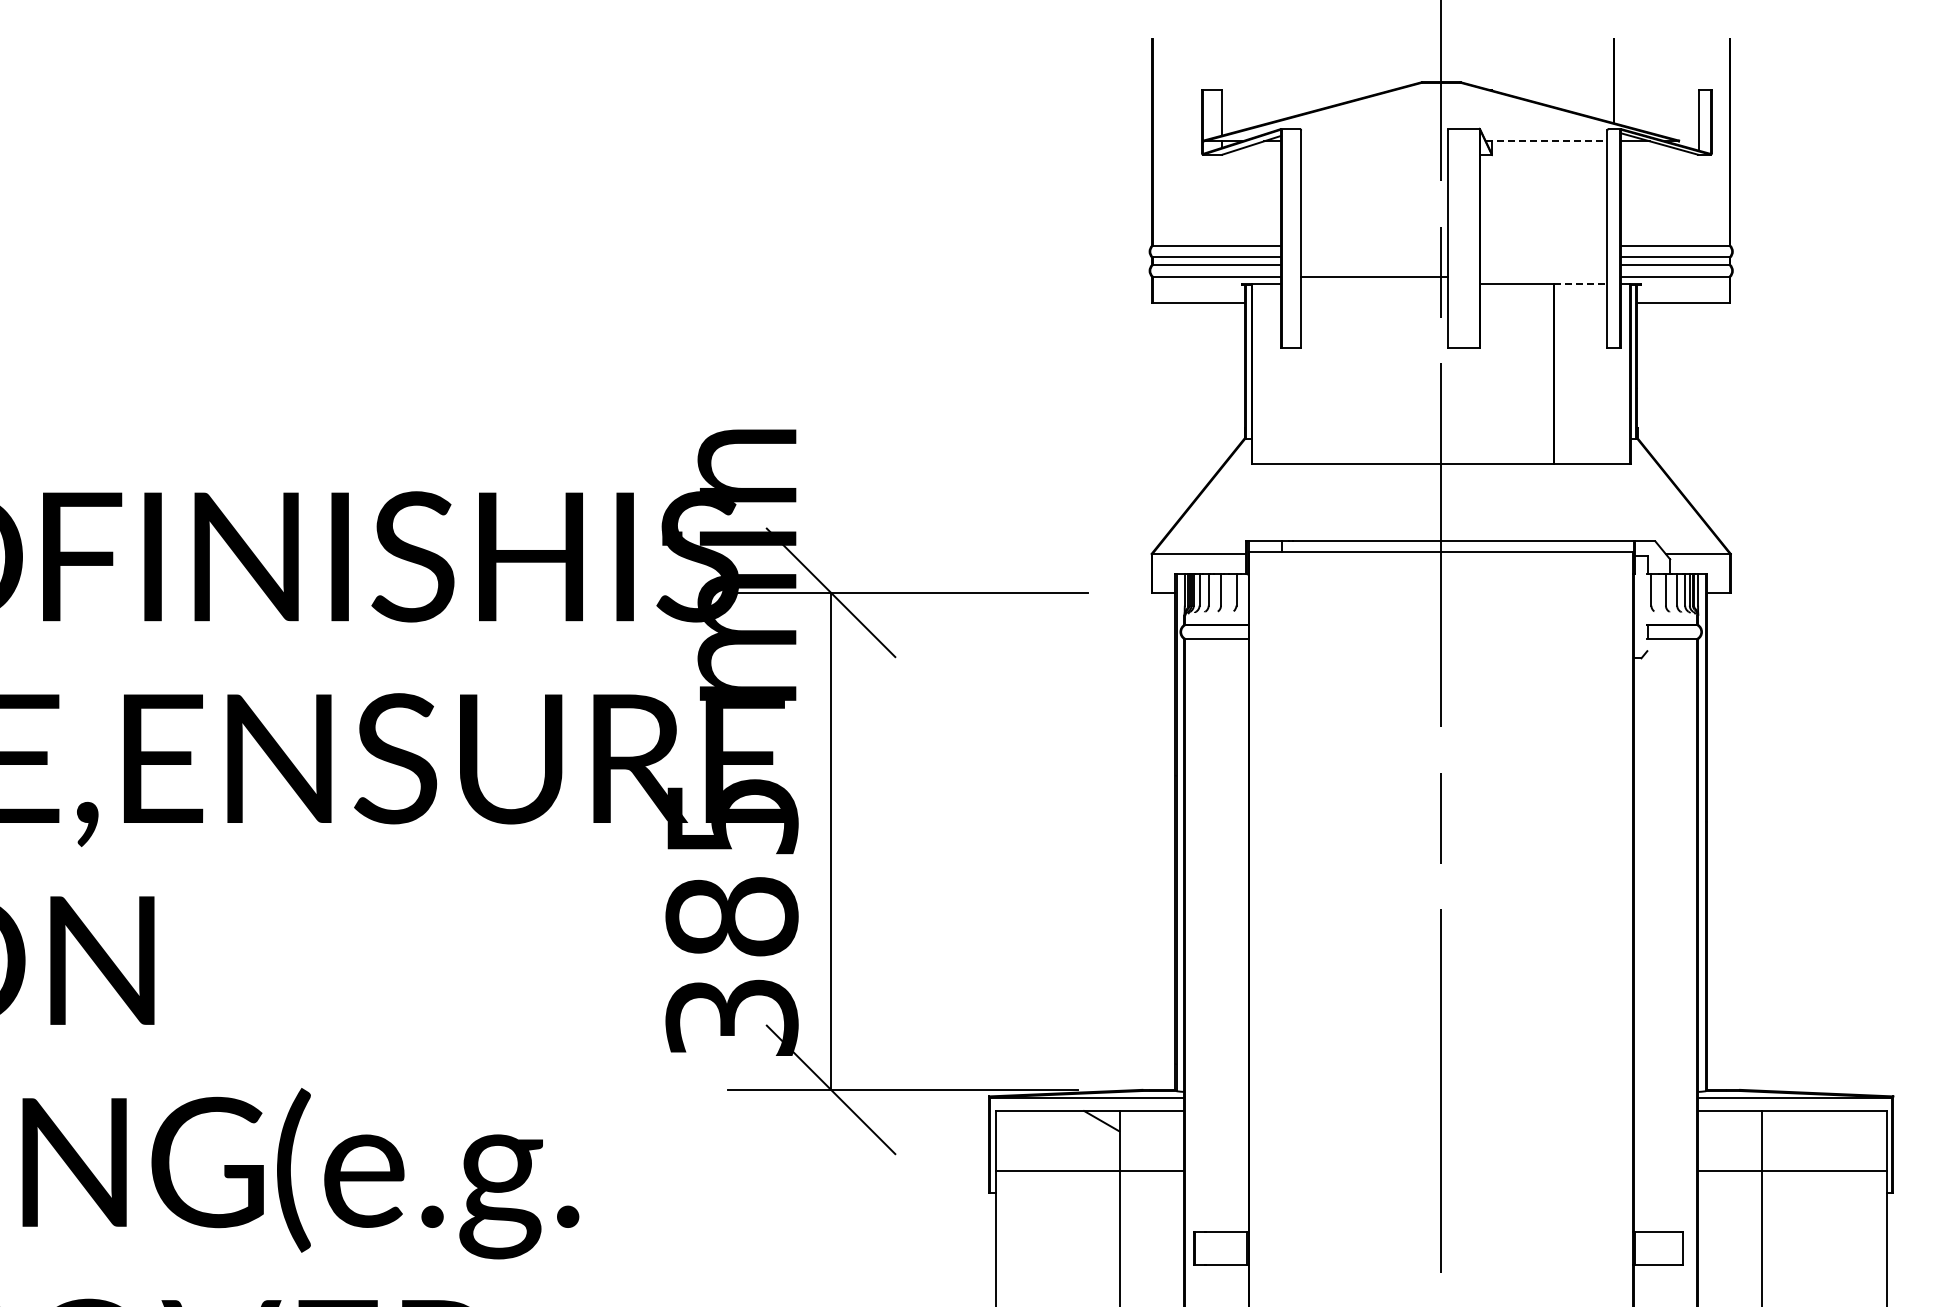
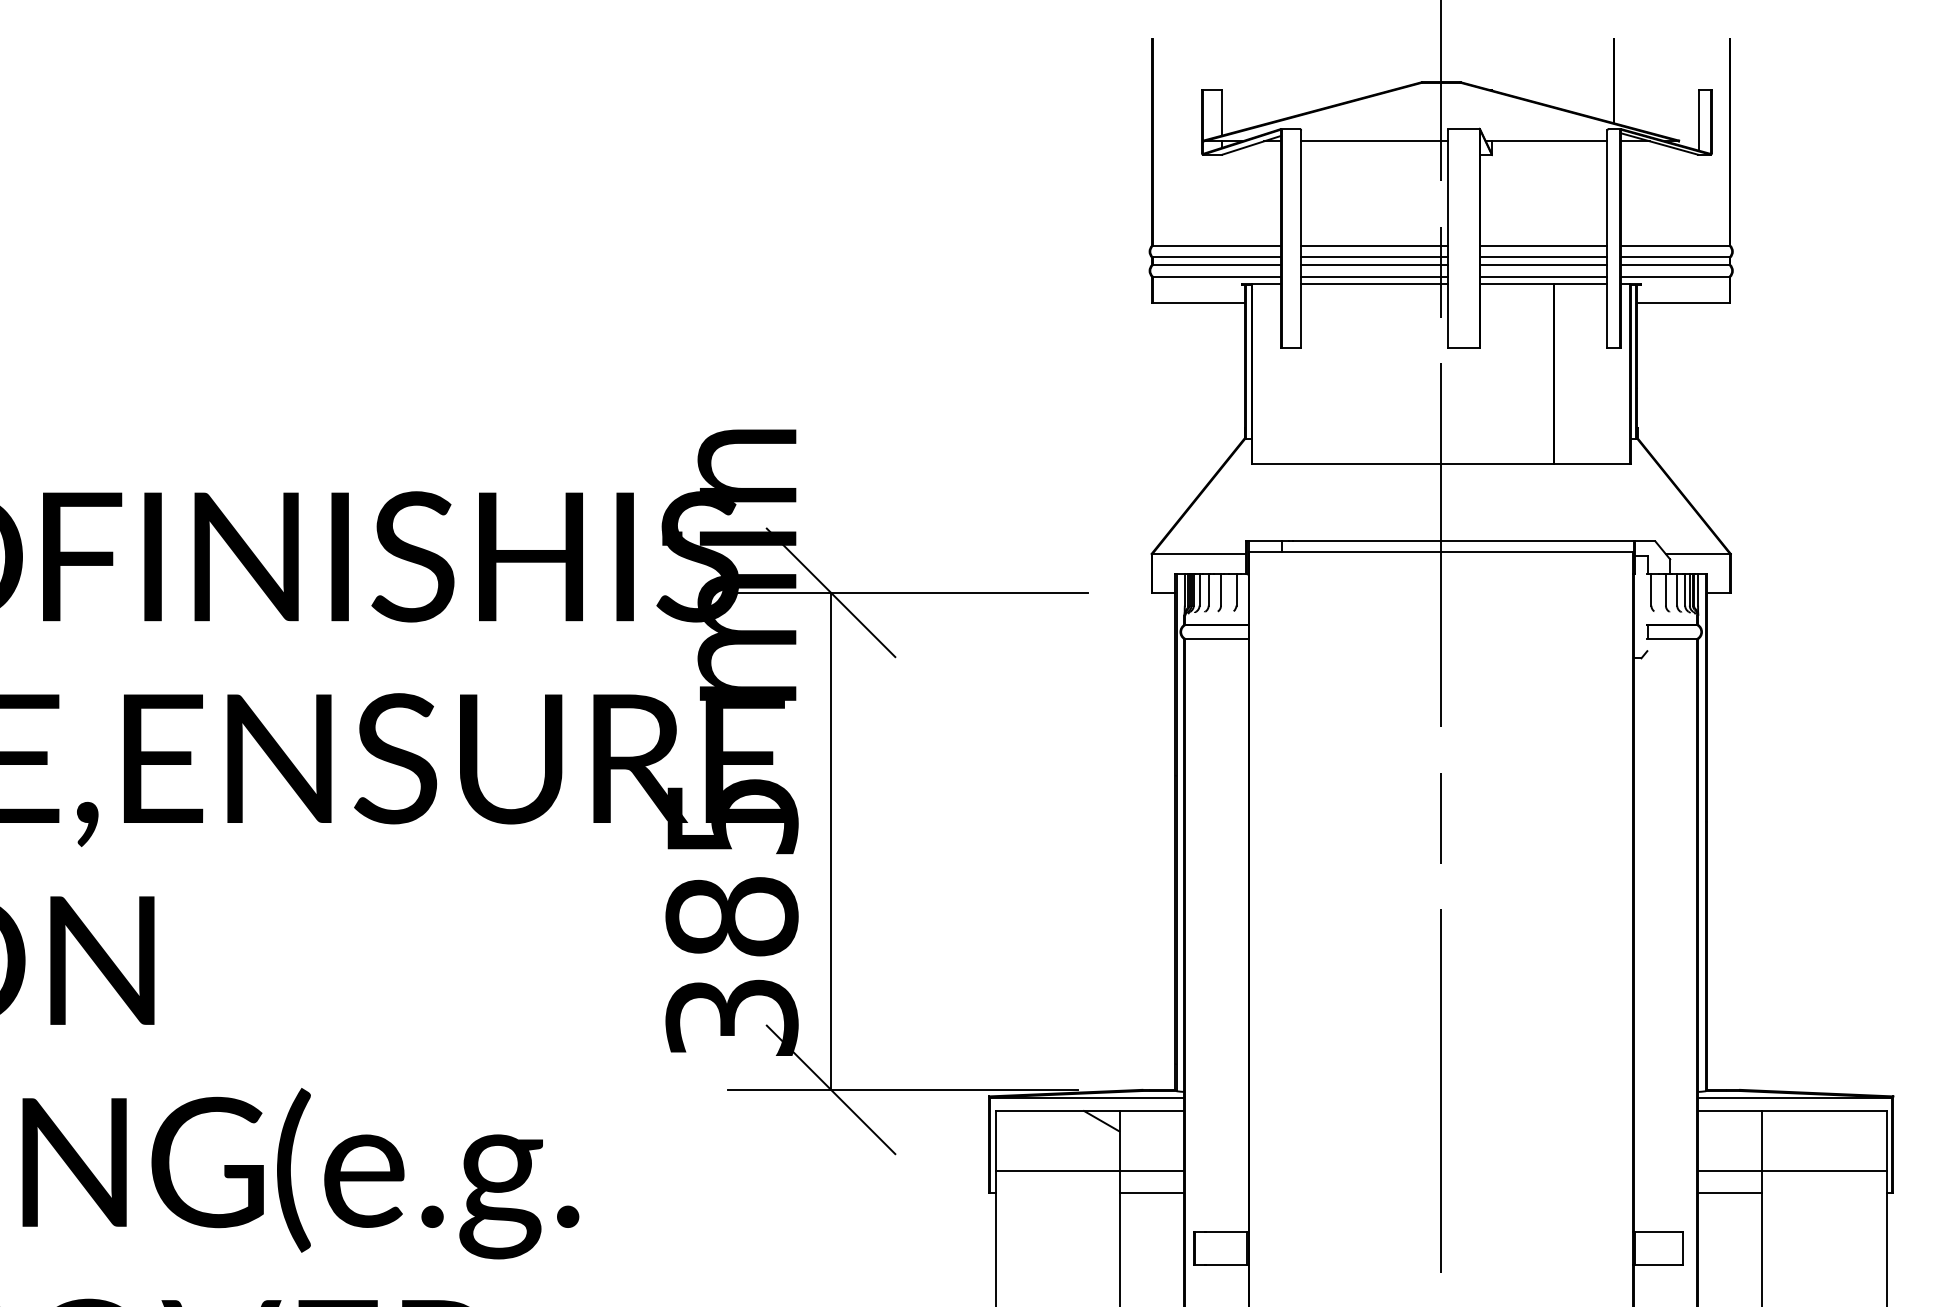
line at (1374, 141): none -> present
line at (1546, 141): dashed -> solid
line at (1374, 245): none -> present
line at (1543, 245): none -> present
line at (1374, 257): none -> present
line at (1543, 257): none -> present
line at (1374, 265): none -> present
line at (1543, 265): none -> present
line at (1543, 276): none -> present
line at (1374, 283): none -> present
line at (1581, 283): dashed -> solid
line at (1152, 1192): none -> present
line at (1730, 1192): none -> present
